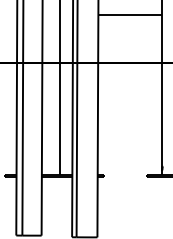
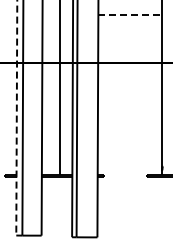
line at (130, 15): solid -> dashed
line at (16, 118): solid -> dashed
